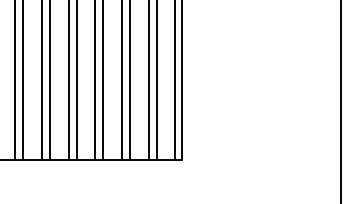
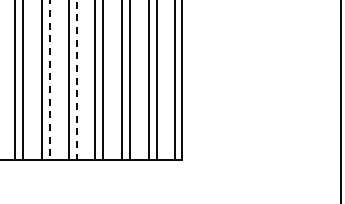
line at (50, 79): solid -> dashed
line at (76, 79): solid -> dashed
